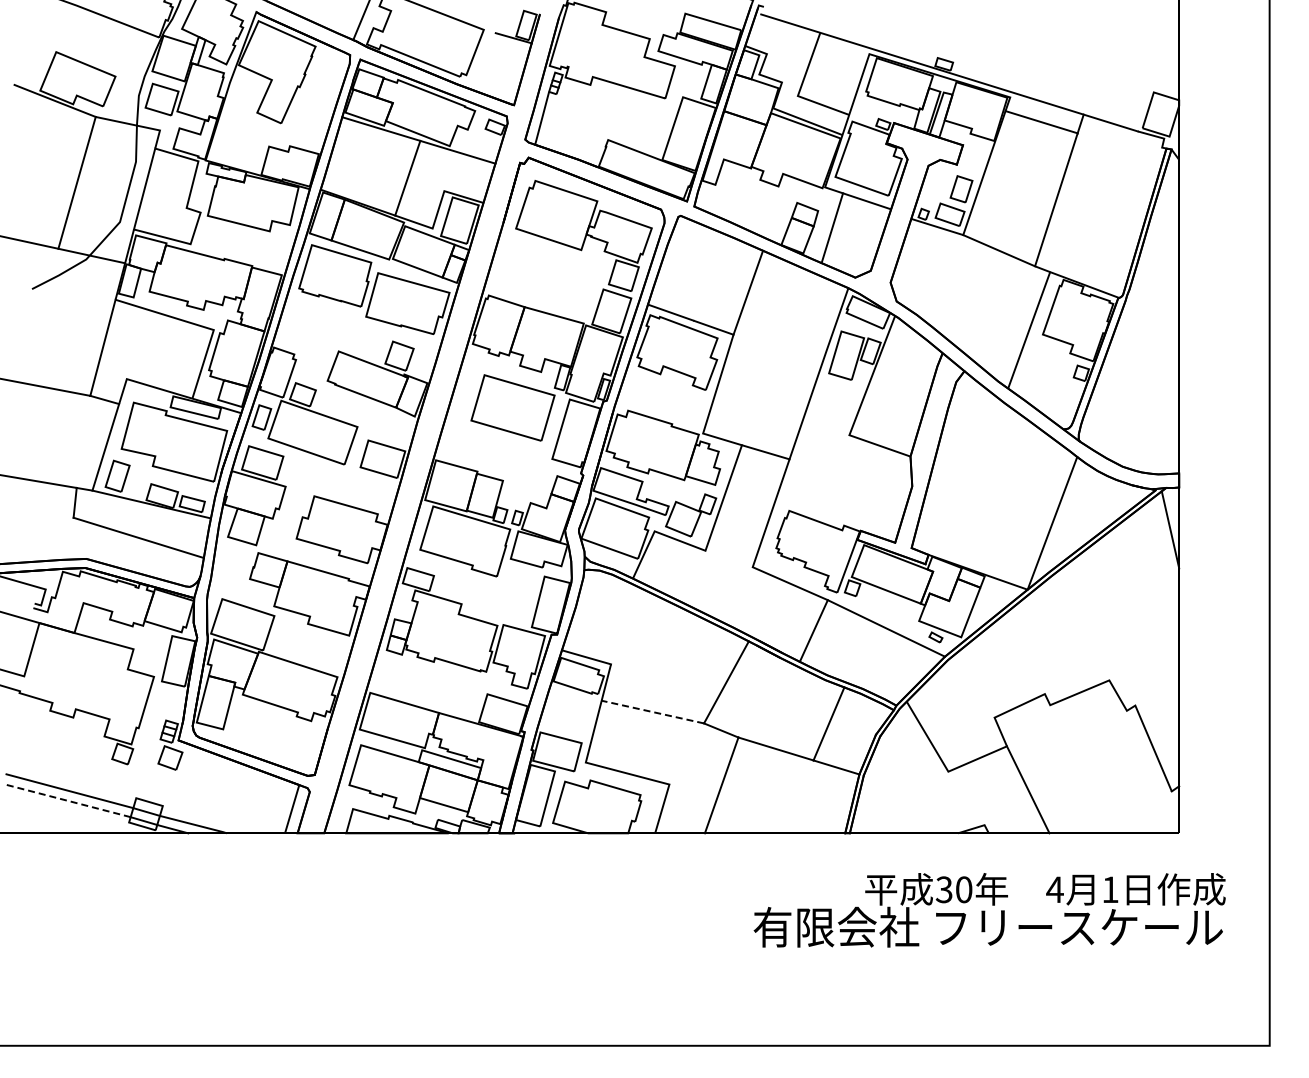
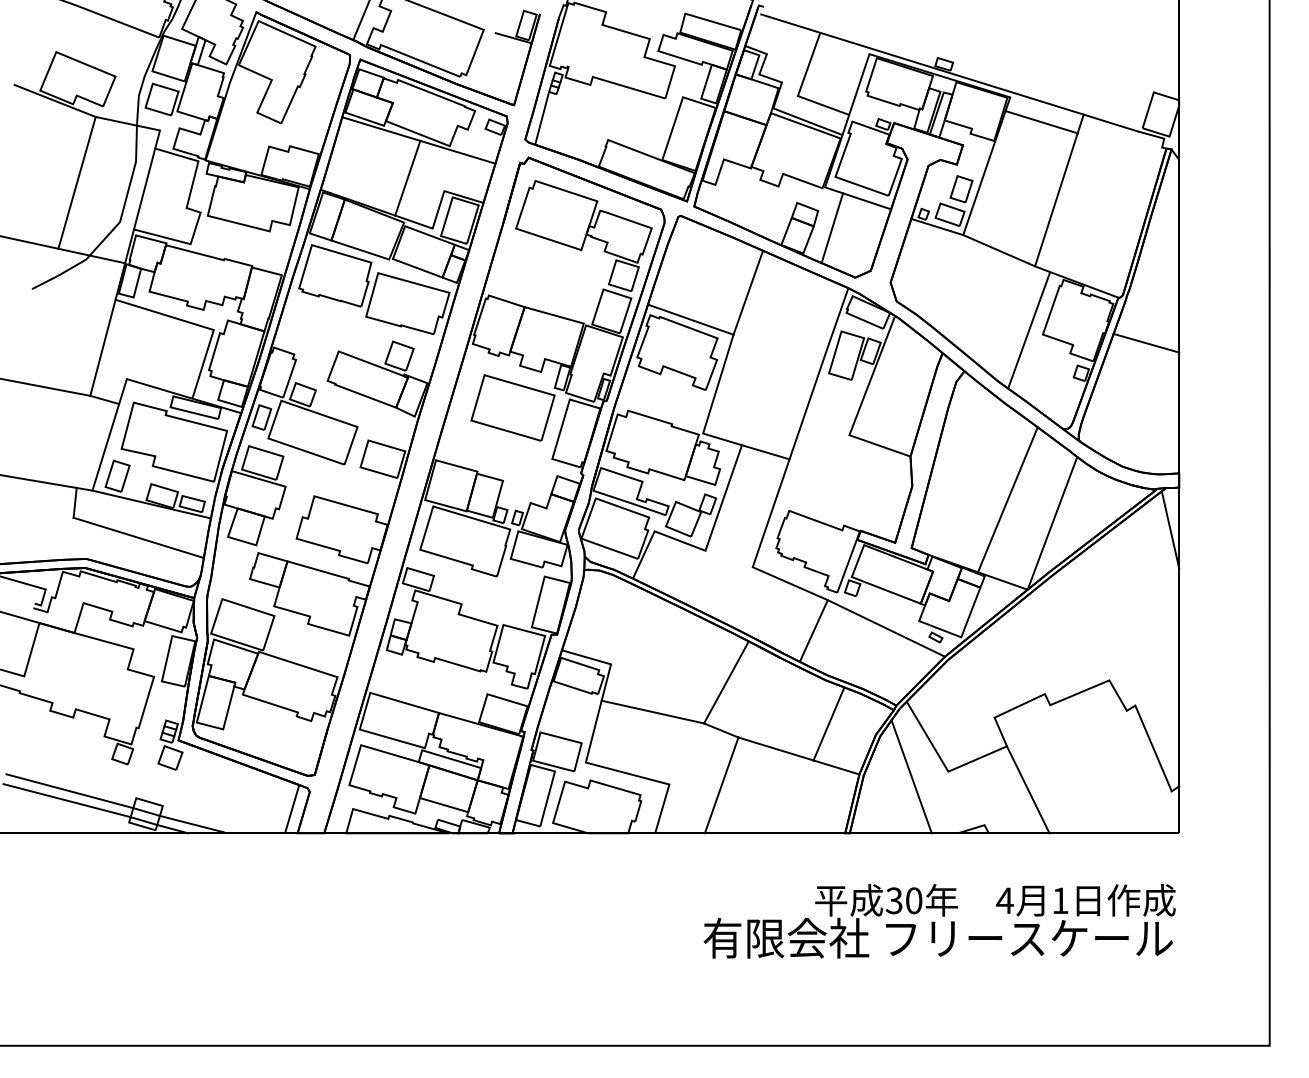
line at (1146, 342): none -> present
line at (1007, 499): none -> present
line at (652, 711): dashed -> solid
line at (911, 776): none -> present
line at (67, 800): dashed -> solid
text at (989, 910) position: (989, 910) -> (939, 921)
